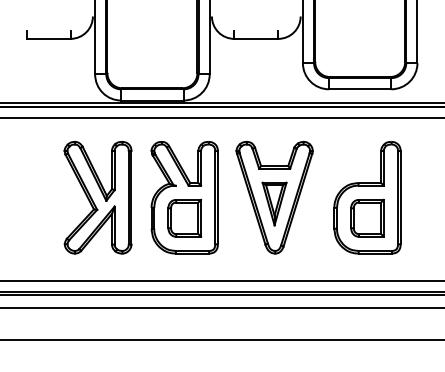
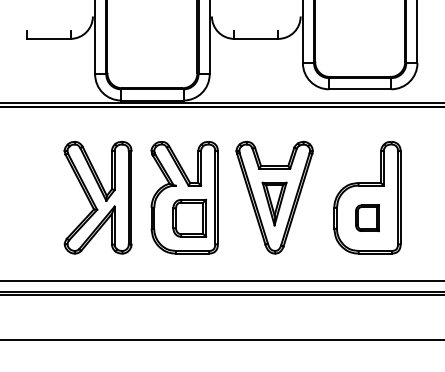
line at (221, 118): present -> none
part at (184, 217) position: (184, 217) -> (189, 217)
part at (367, 217) size: 35x40 px -> 25x29 px
line at (221, 308): present -> none
